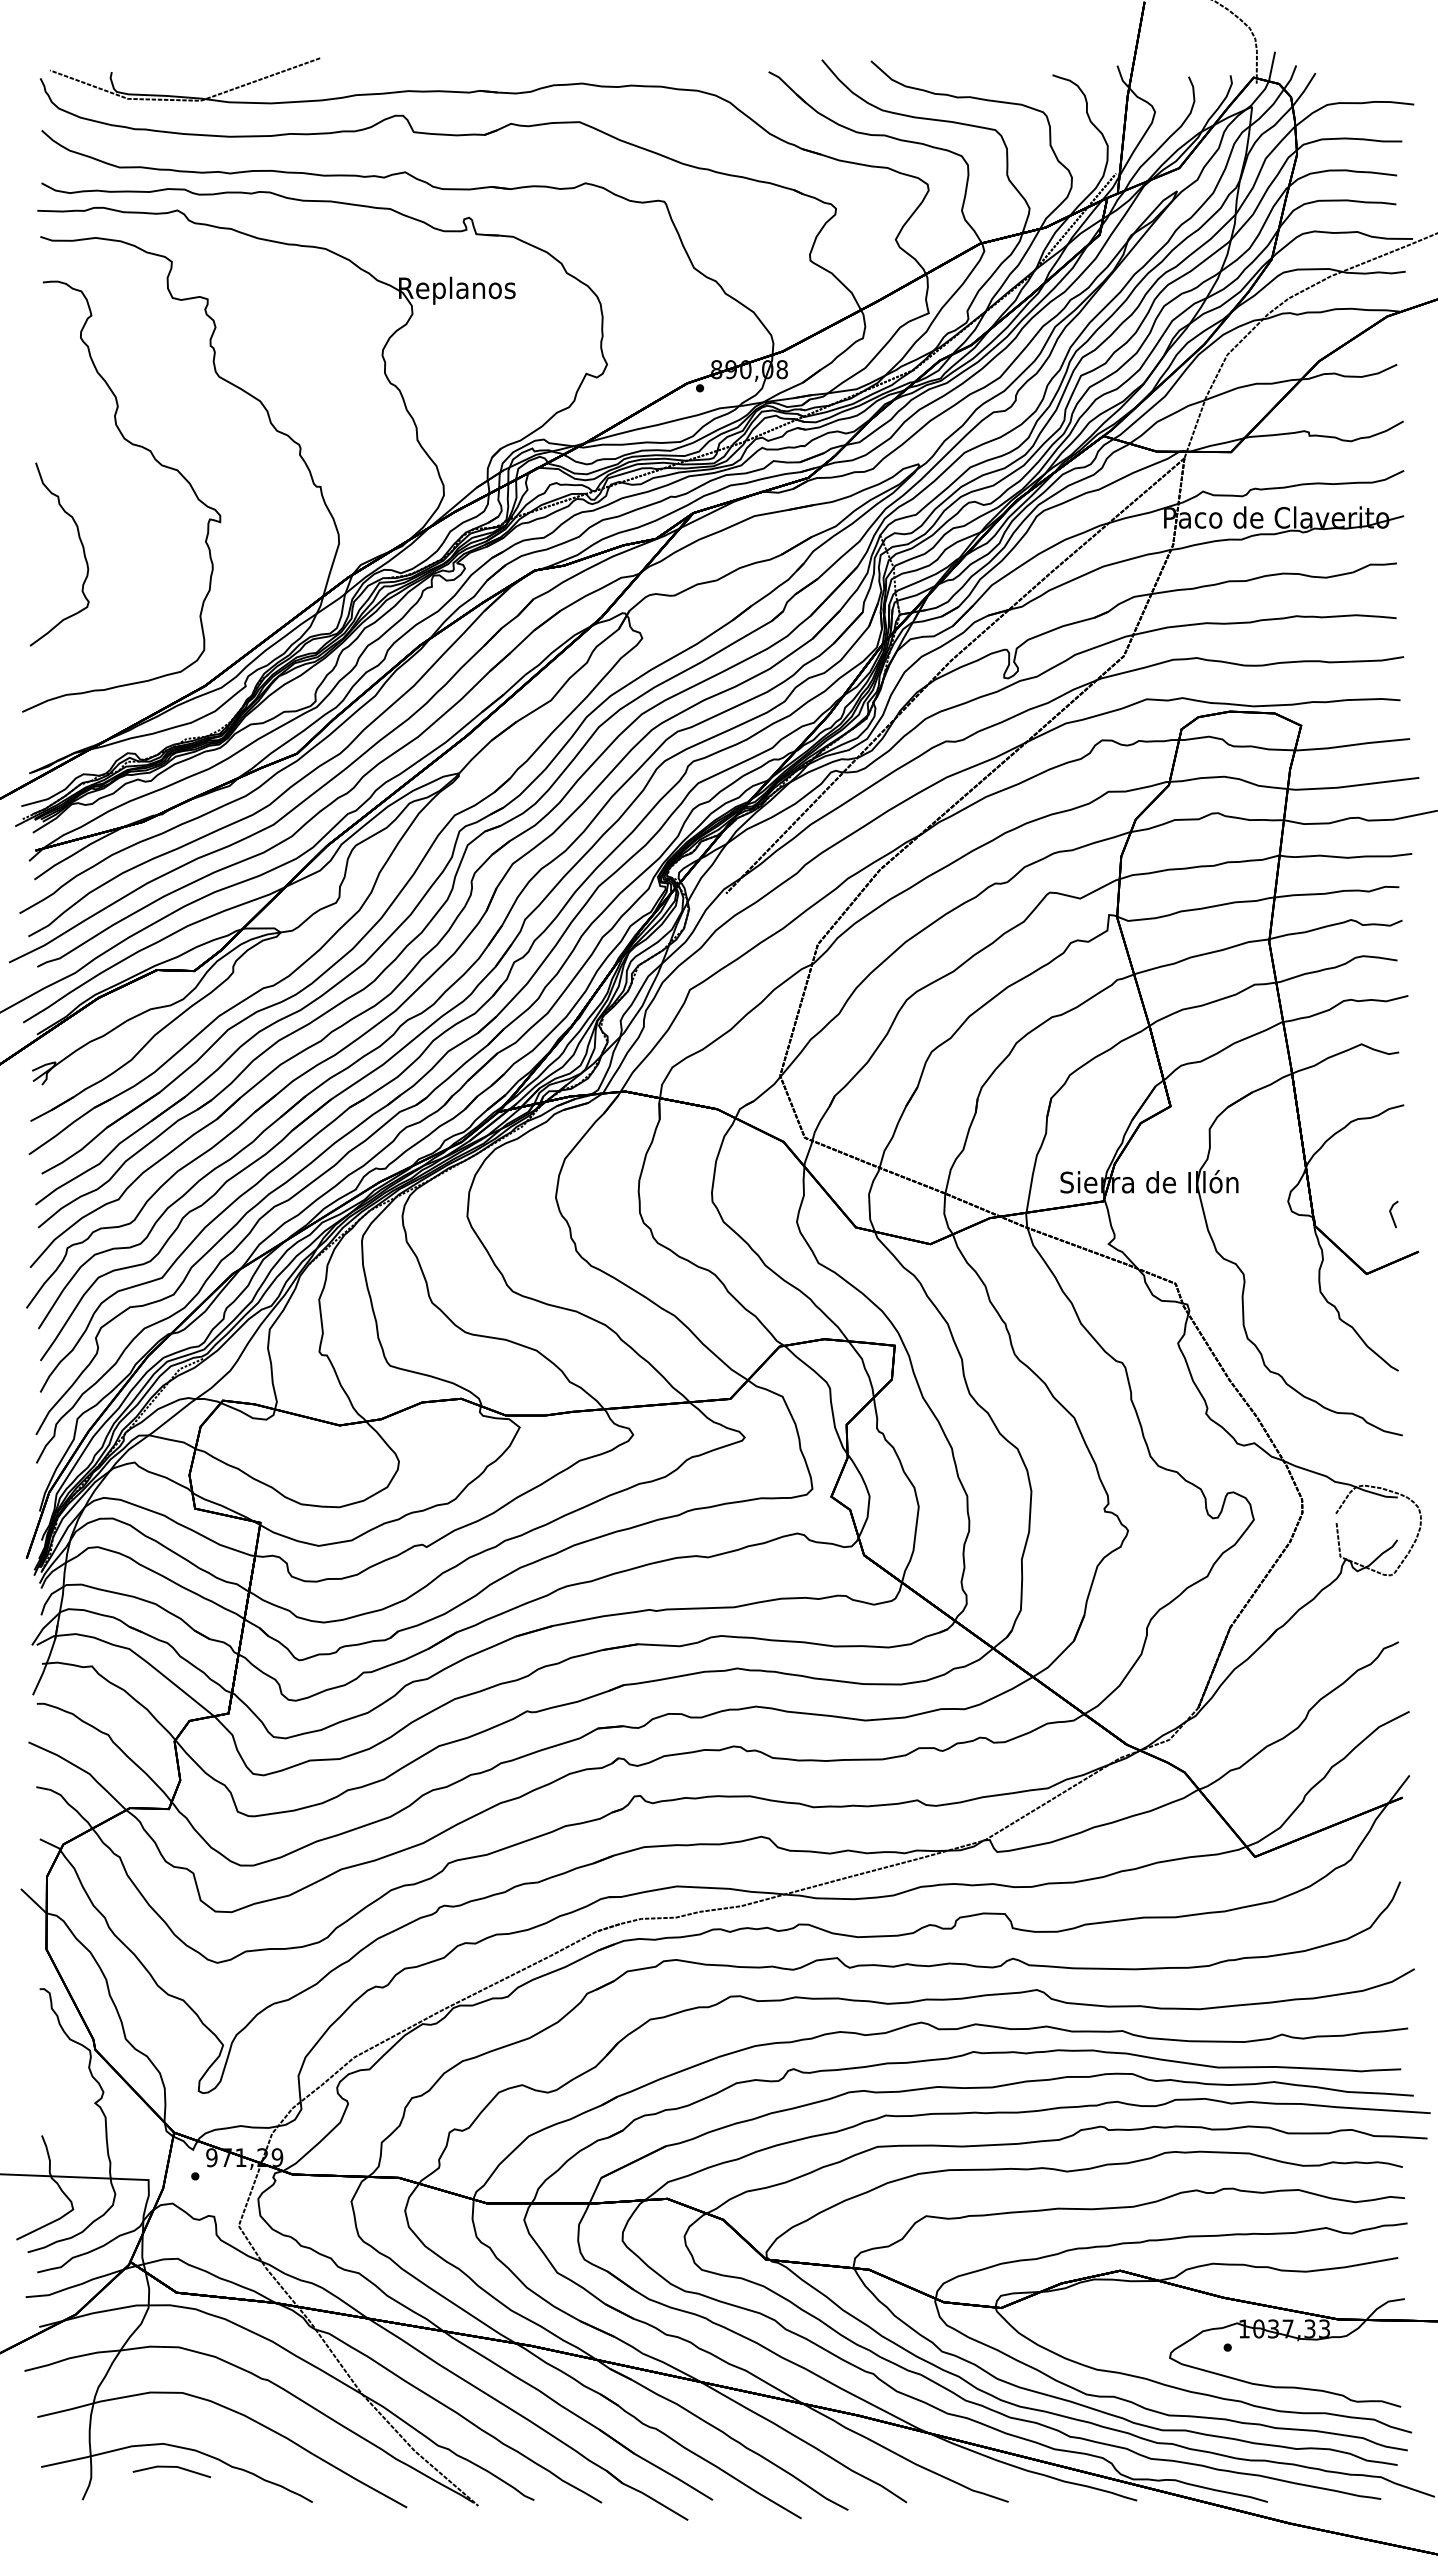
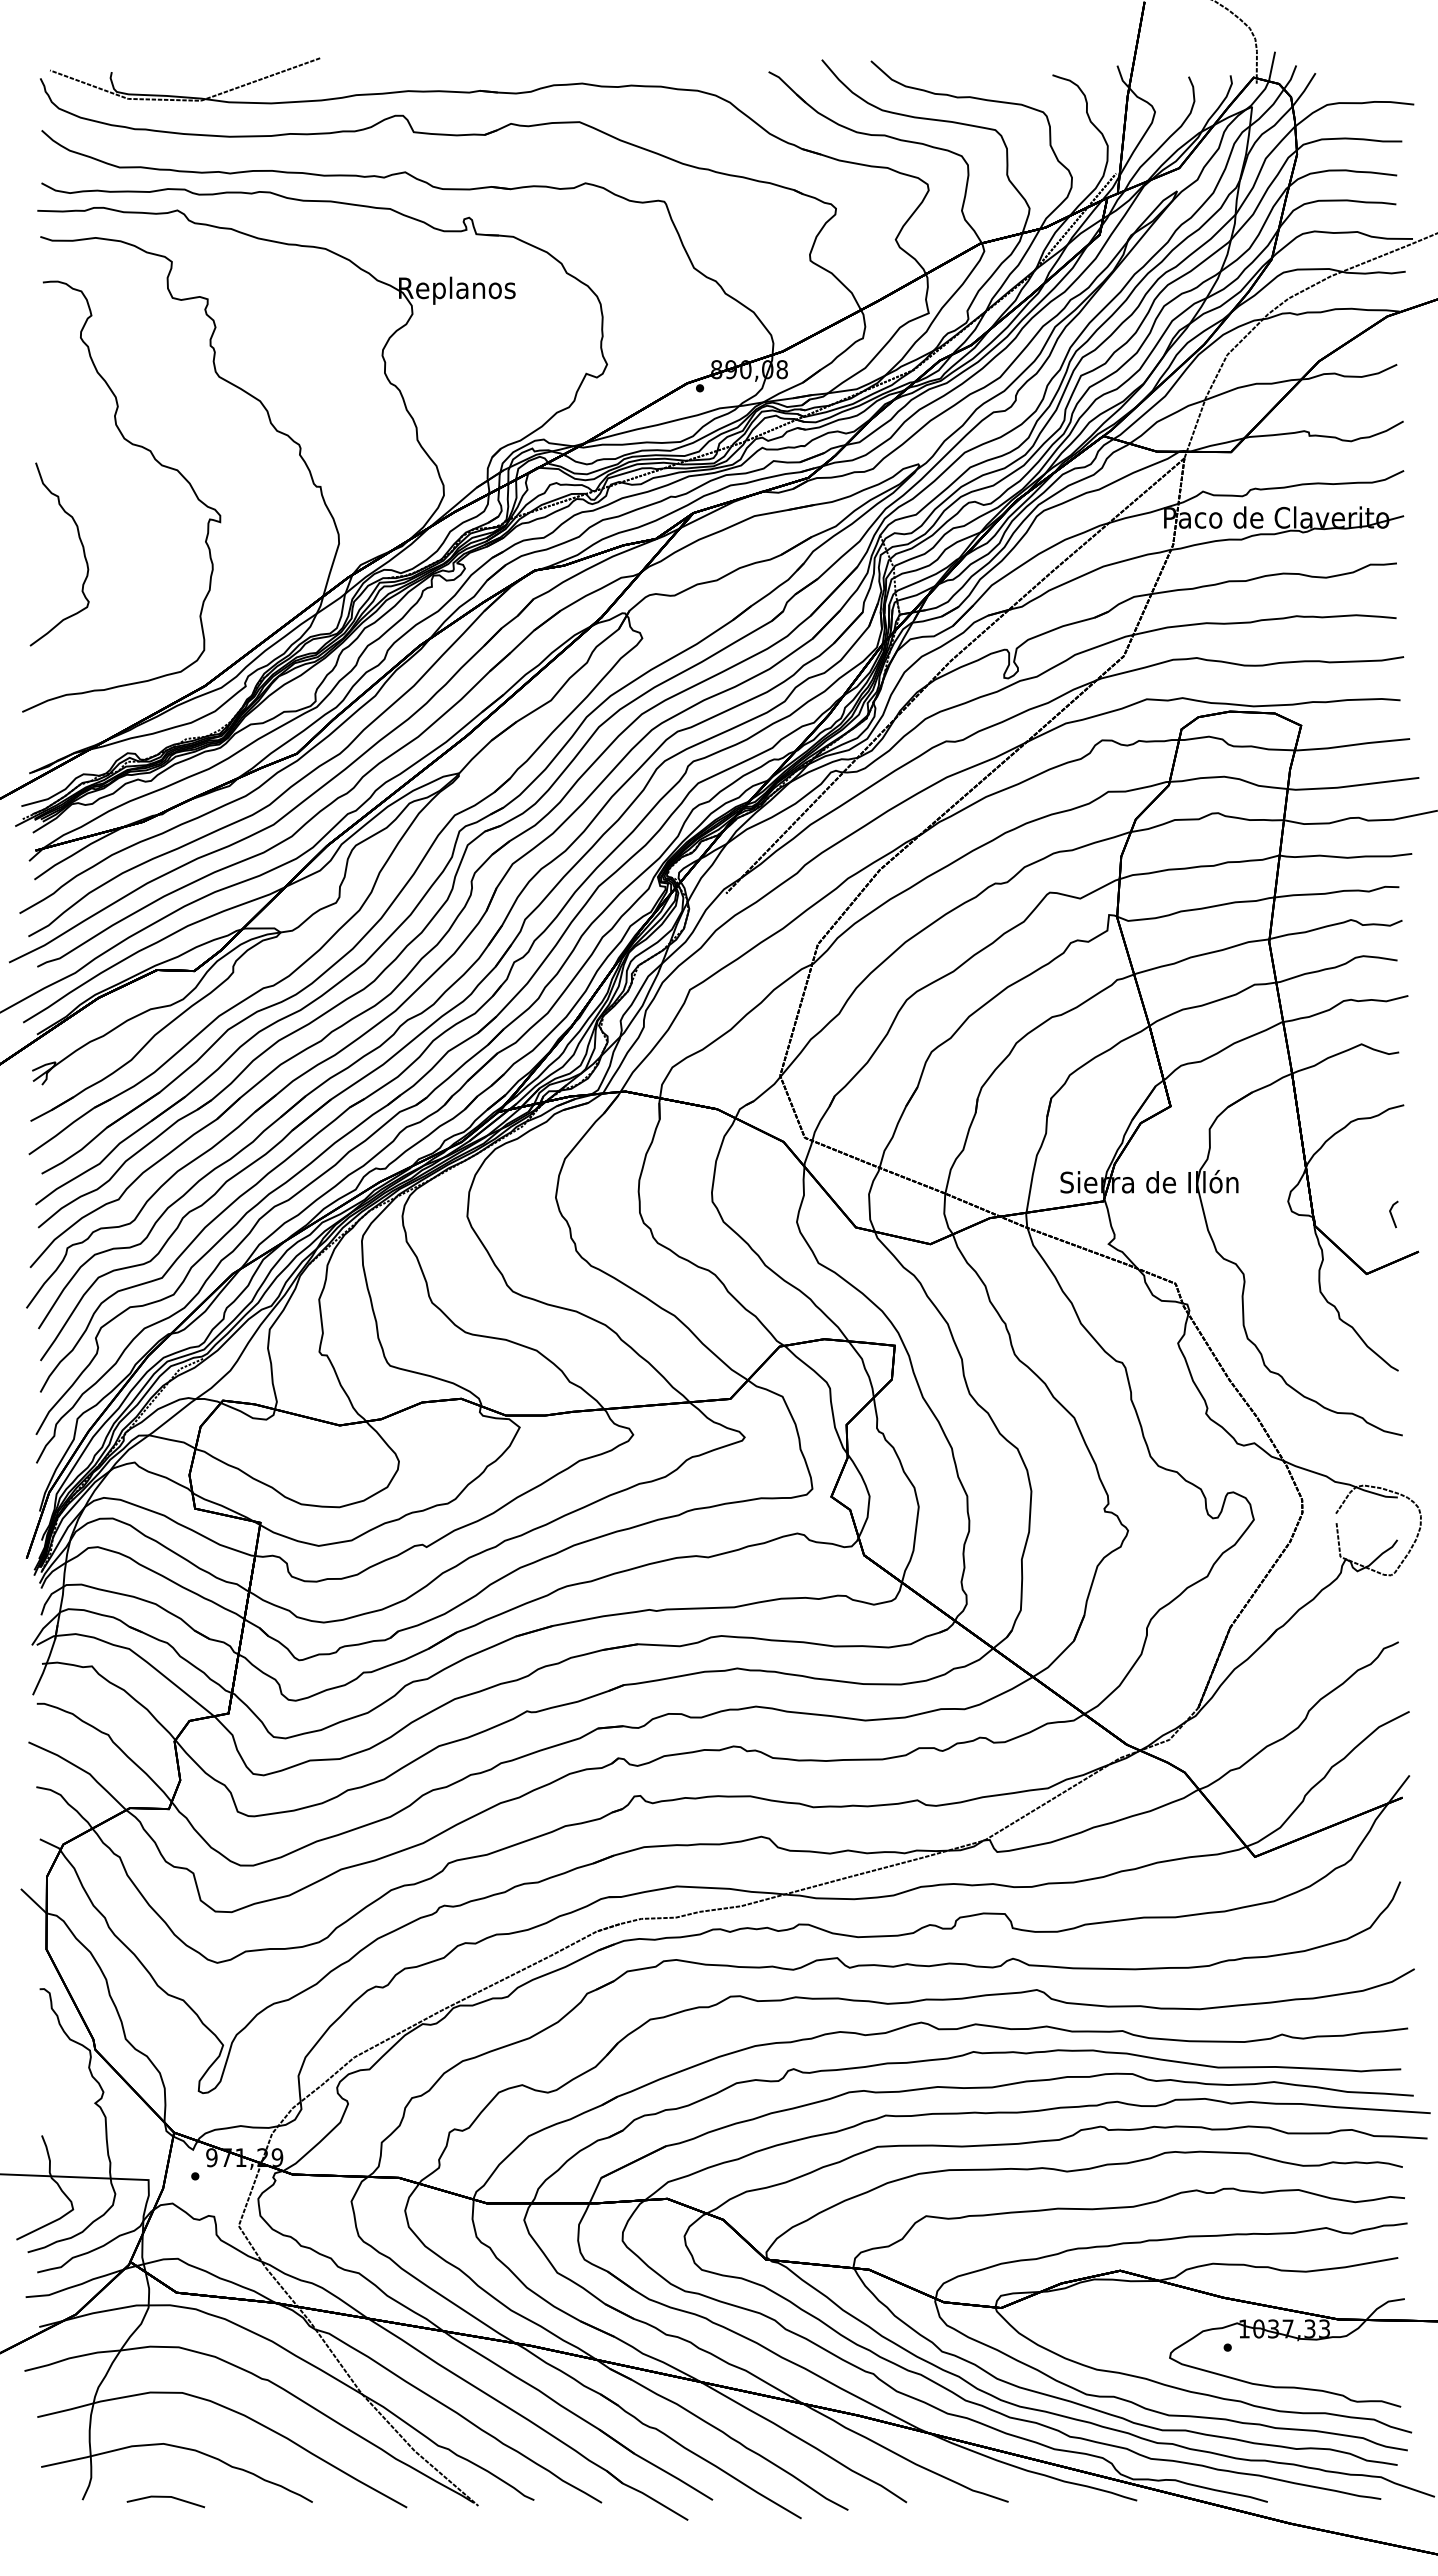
line at (171, 2467) position: (171, 2467) -> (165, 2497)
